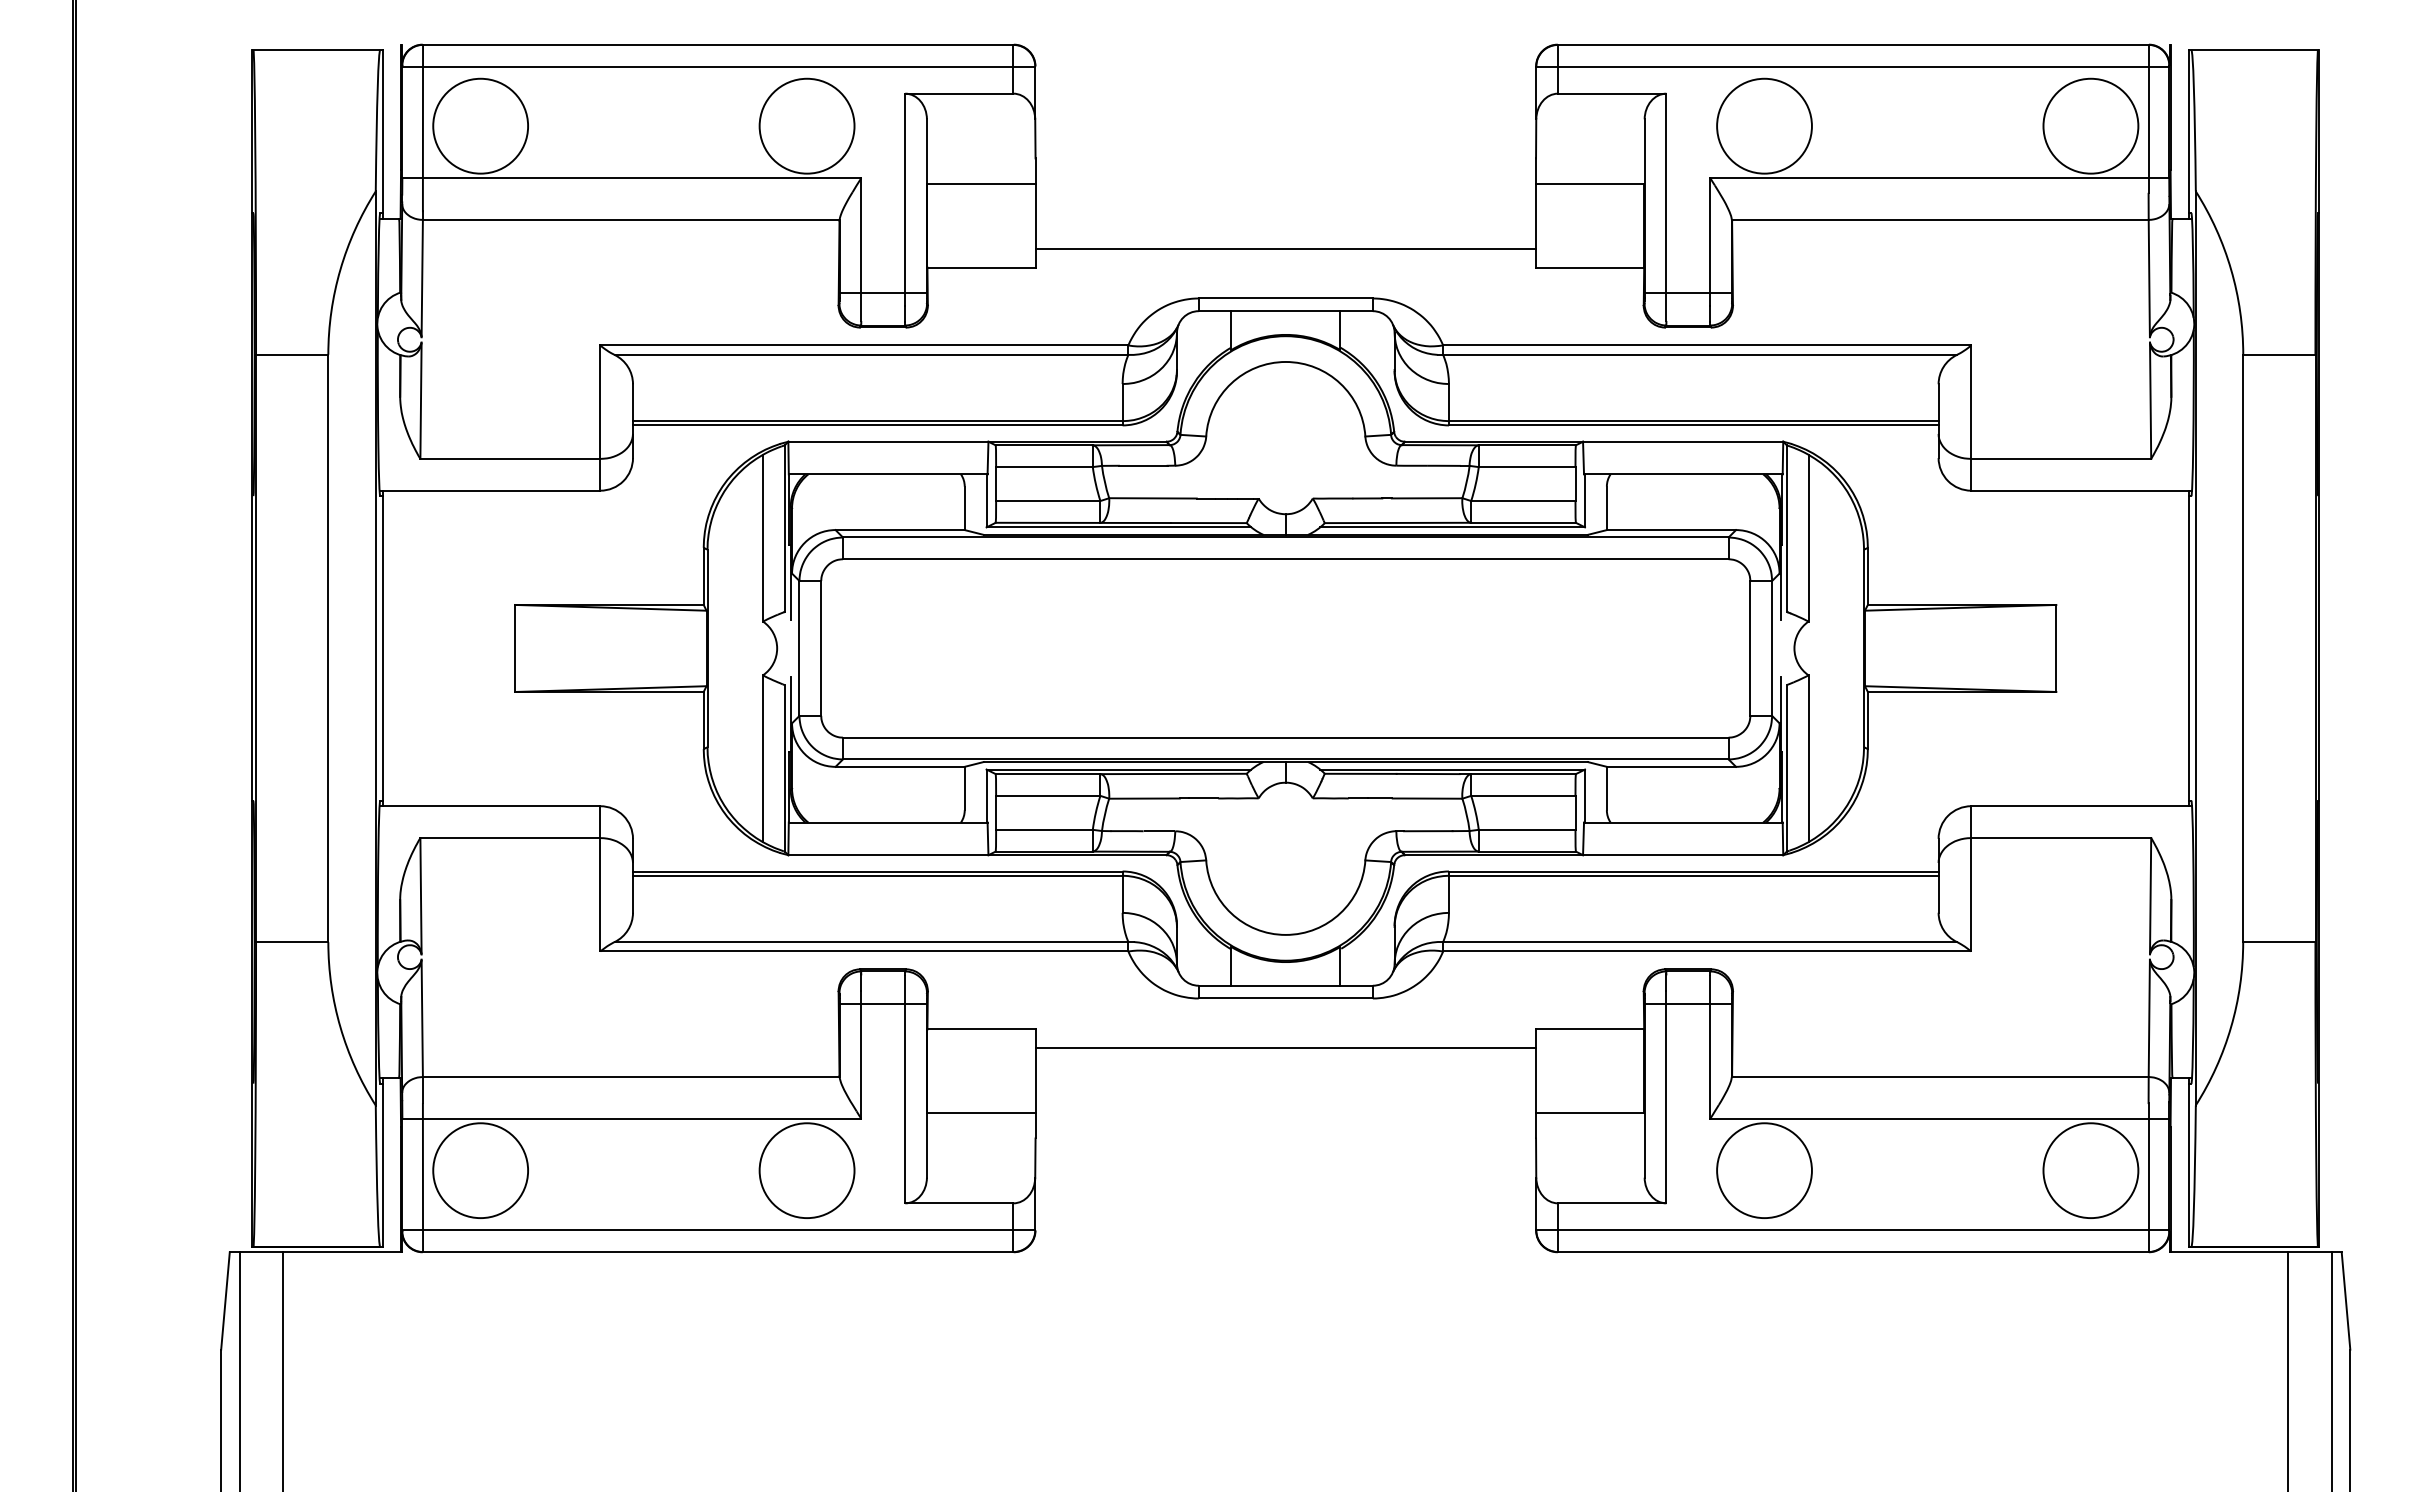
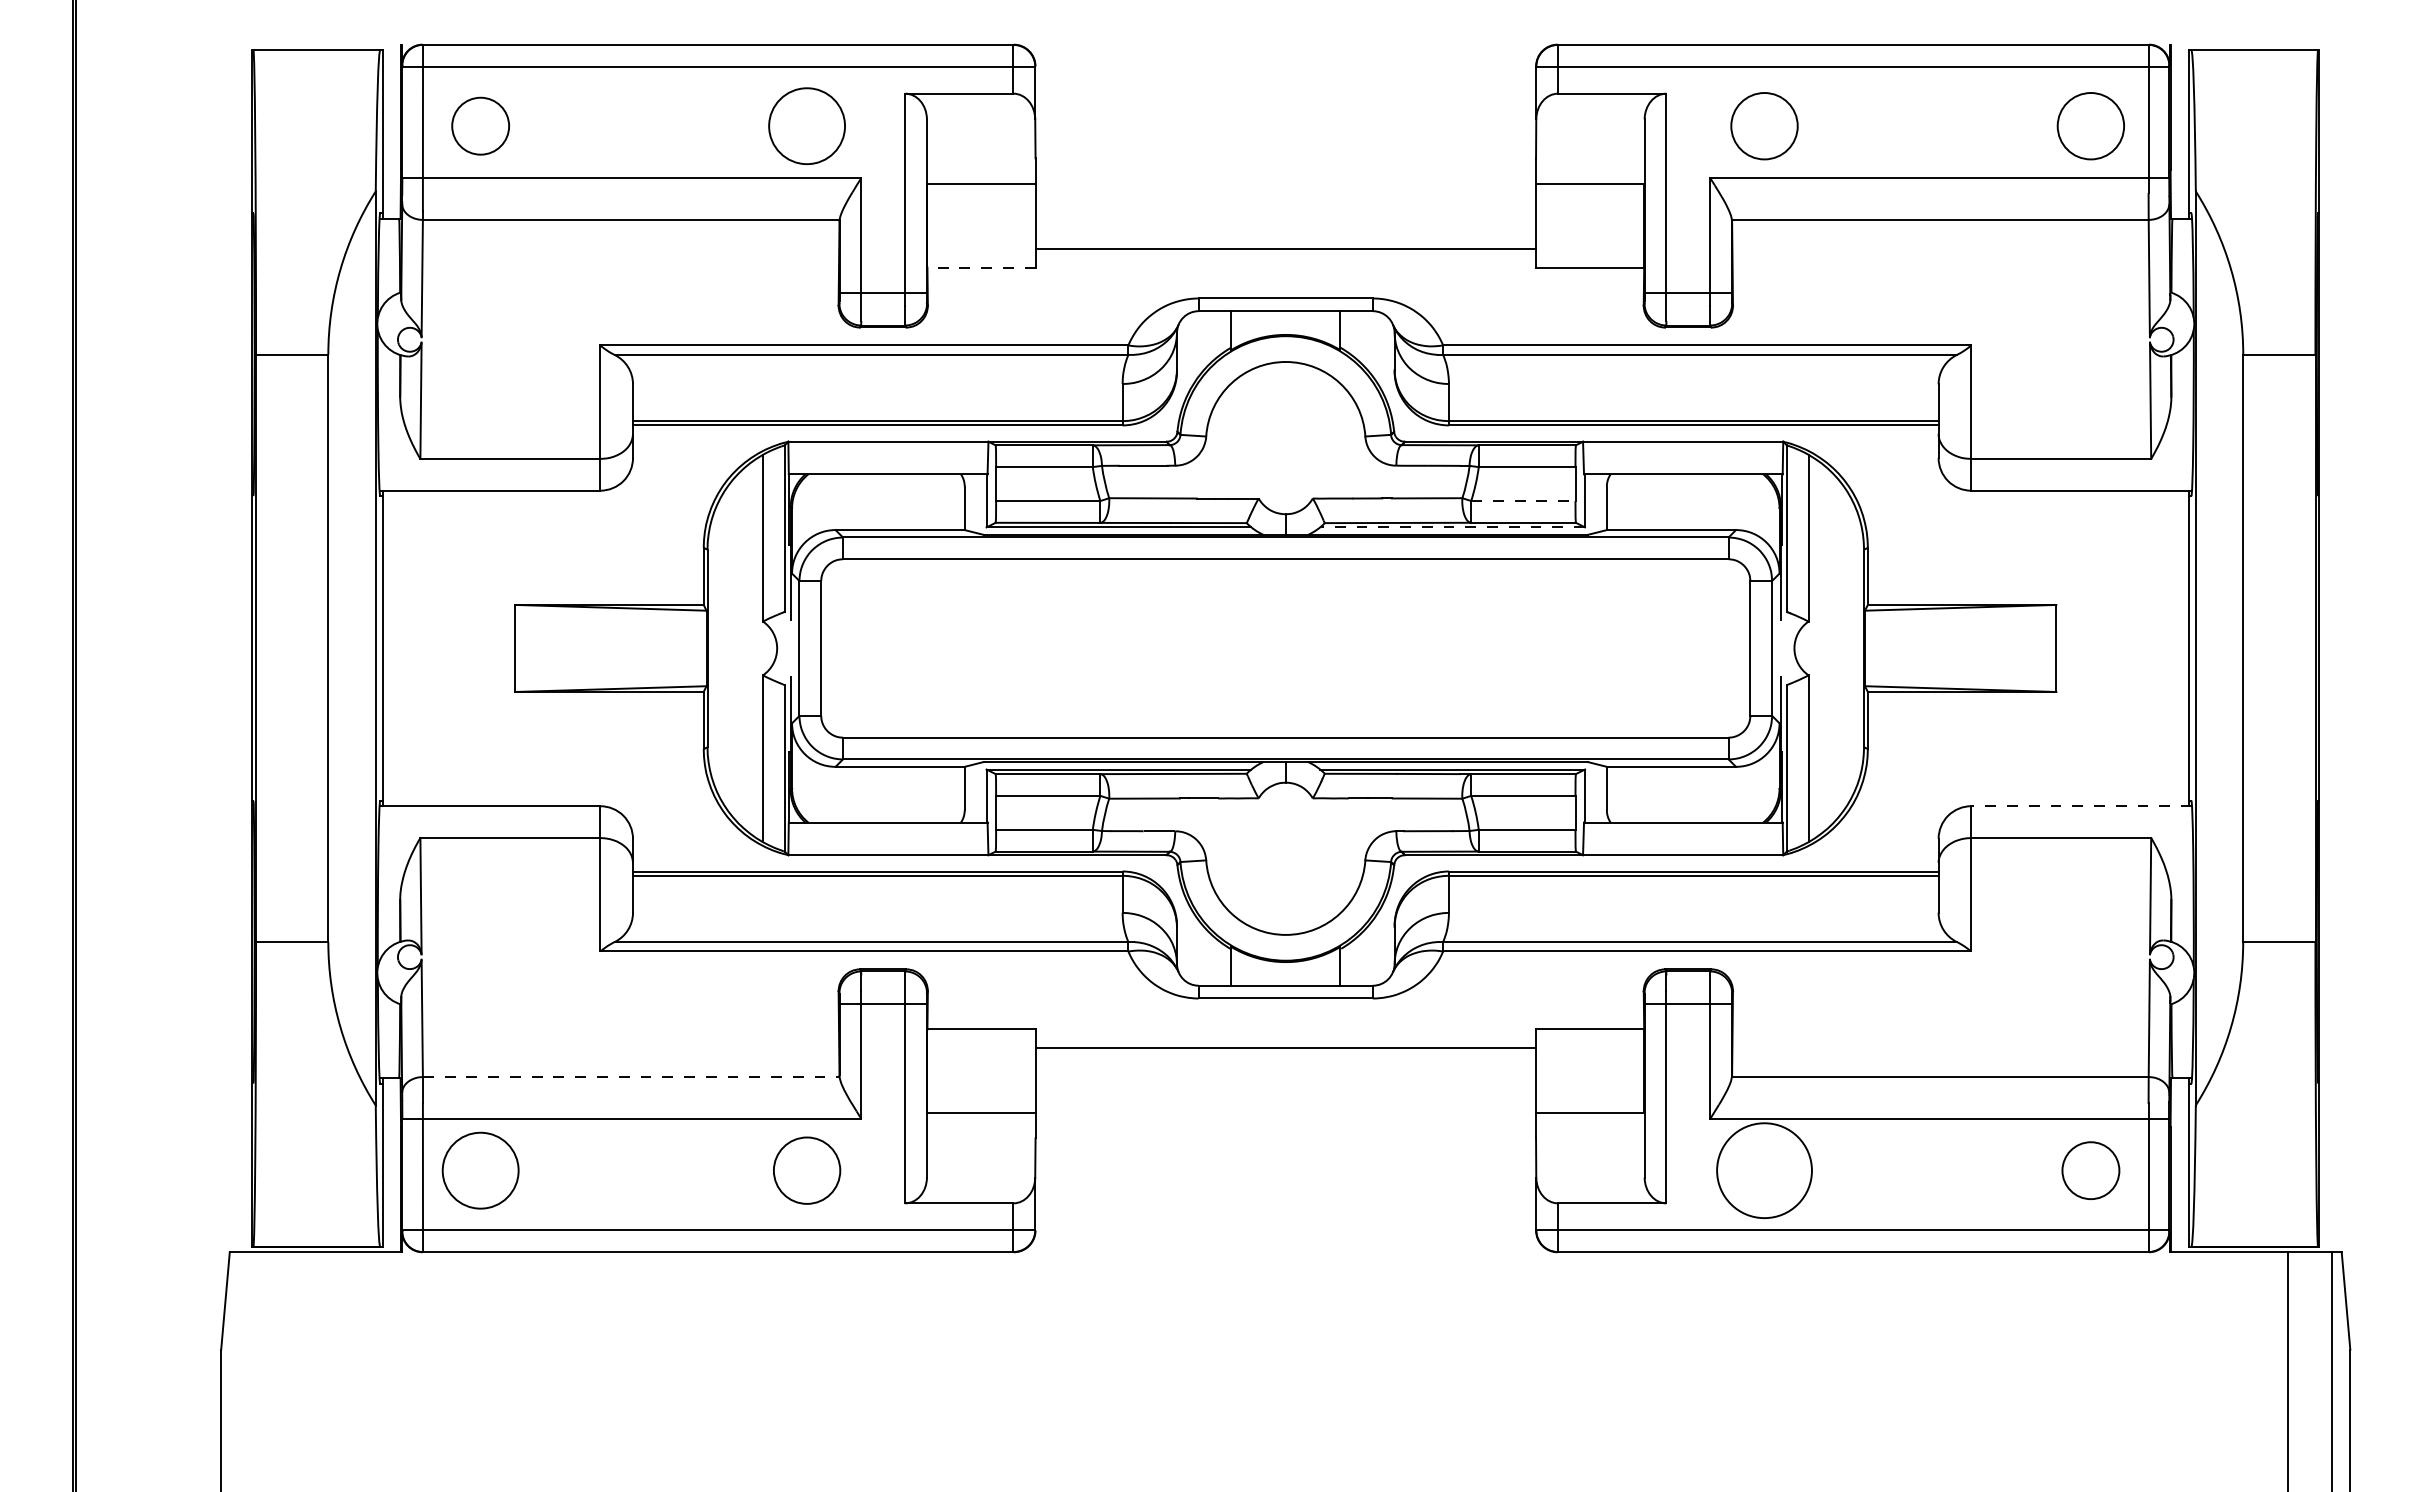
circle at (480, 125) diameter: 95 px -> 57 px
circle at (806, 125) diameter: 95 px -> 76 px
circle at (1764, 125) diameter: 95 px -> 66 px
circle at (2090, 125) diameter: 95 px -> 66 px
line at (981, 267): solid -> dashed
line at (1523, 501): solid -> dashed
line at (1452, 527): solid -> dashed
line at (2081, 806): solid -> dashed
line at (631, 1077): solid -> dashed
circle at (480, 1170) diameter: 95 px -> 76 px
circle at (806, 1170) diameter: 95 px -> 66 px
circle at (2090, 1170) diameter: 95 px -> 57 px
line at (240, 1370): present -> none
line at (283, 1370): present -> none
